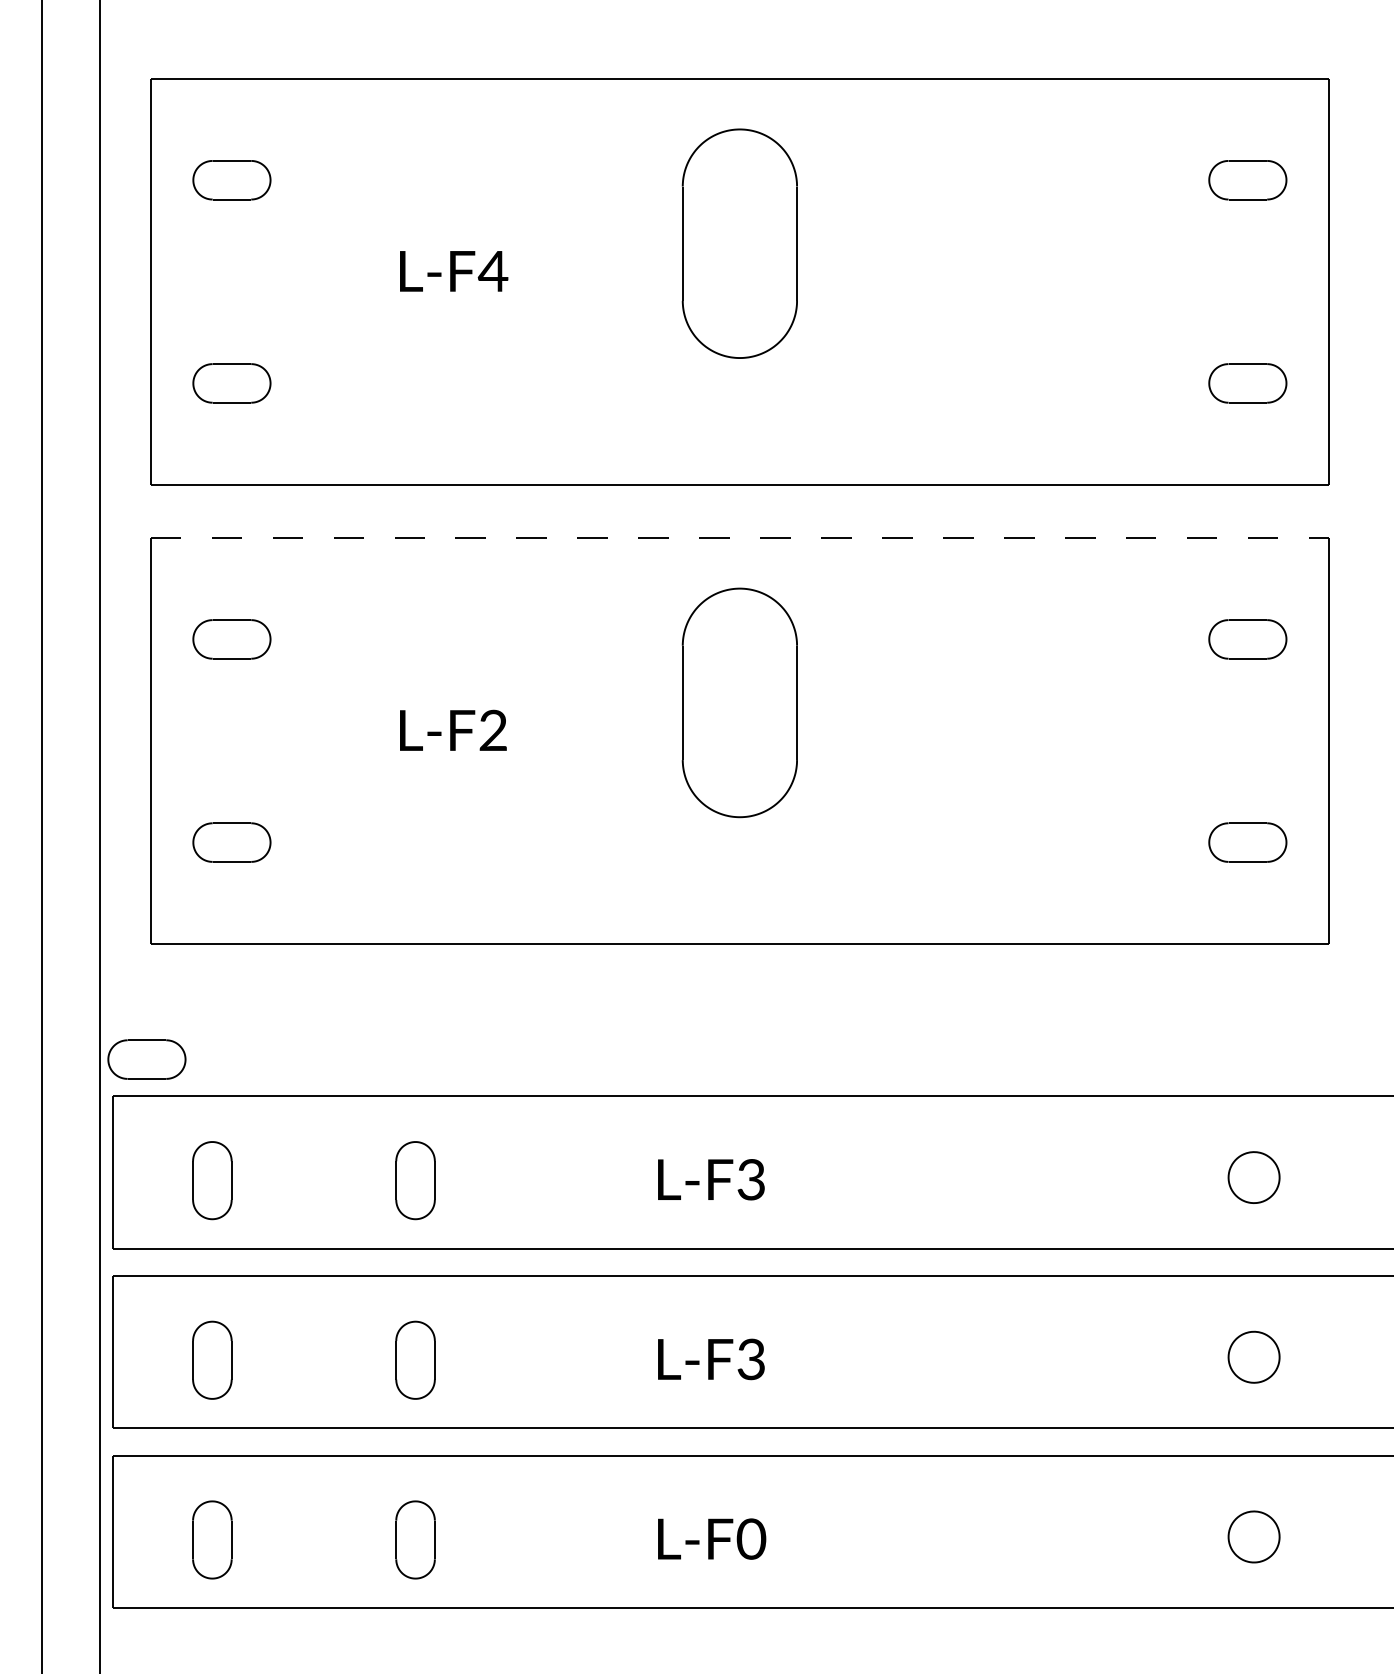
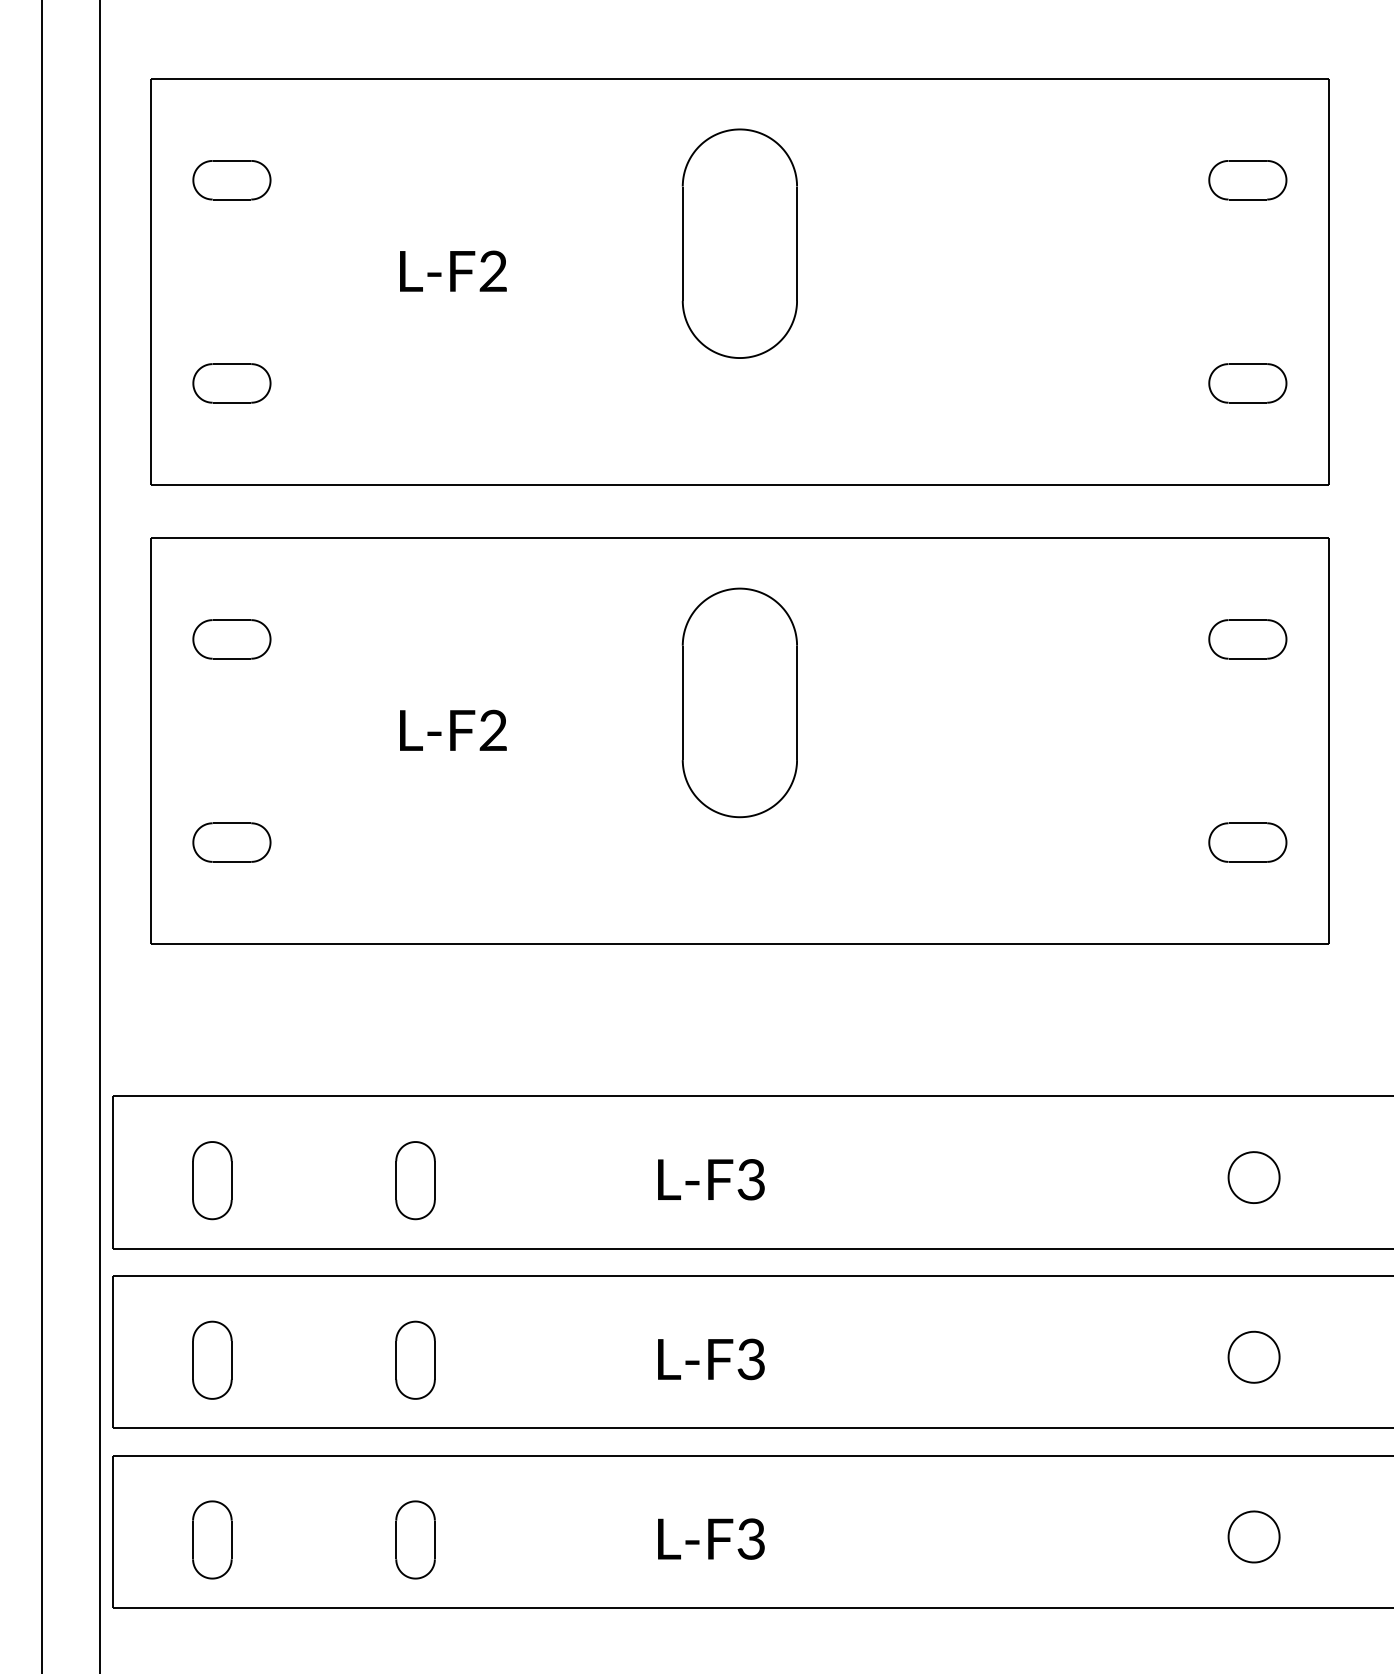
text at (492, 270): L-F4 -> L-F2
line at (740, 537): dashed -> solid
part at (146, 1059): present -> none
text at (751, 1538): L-F0 -> L-F3
